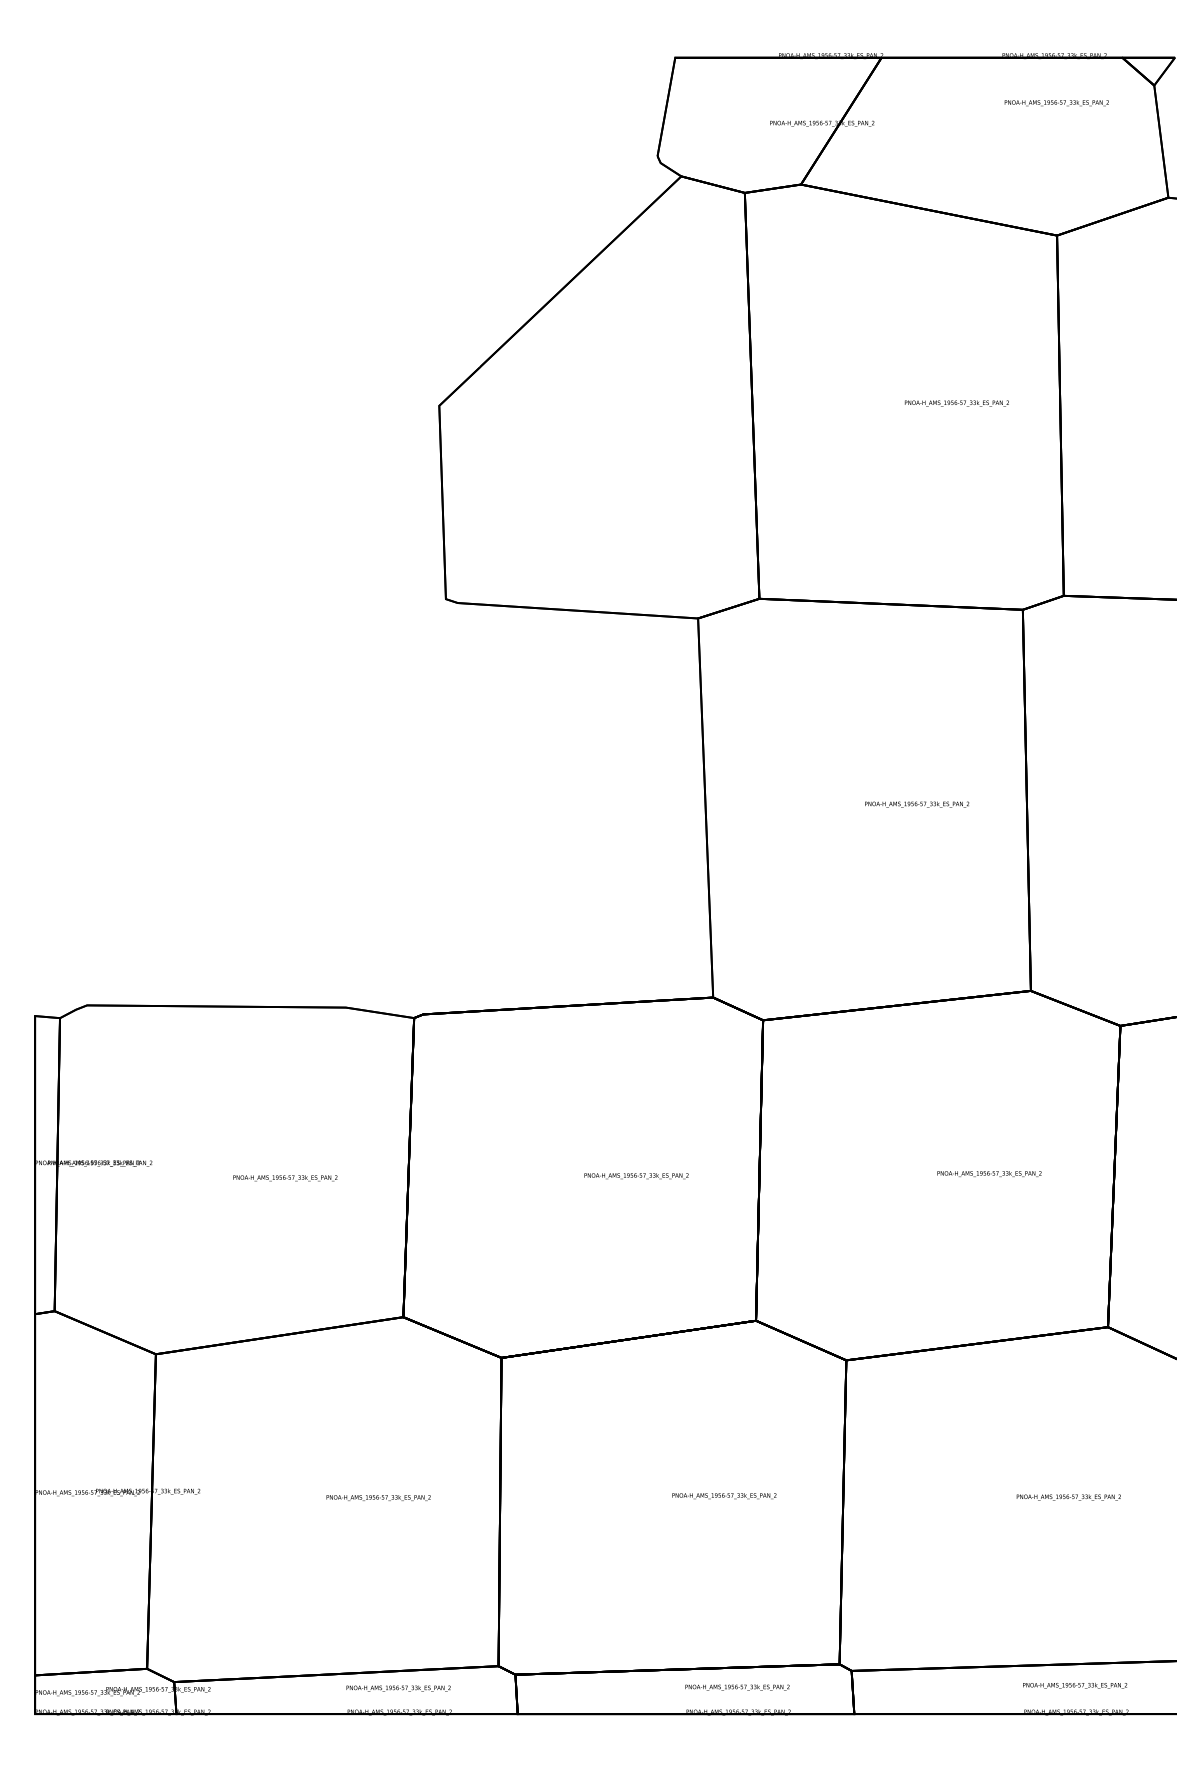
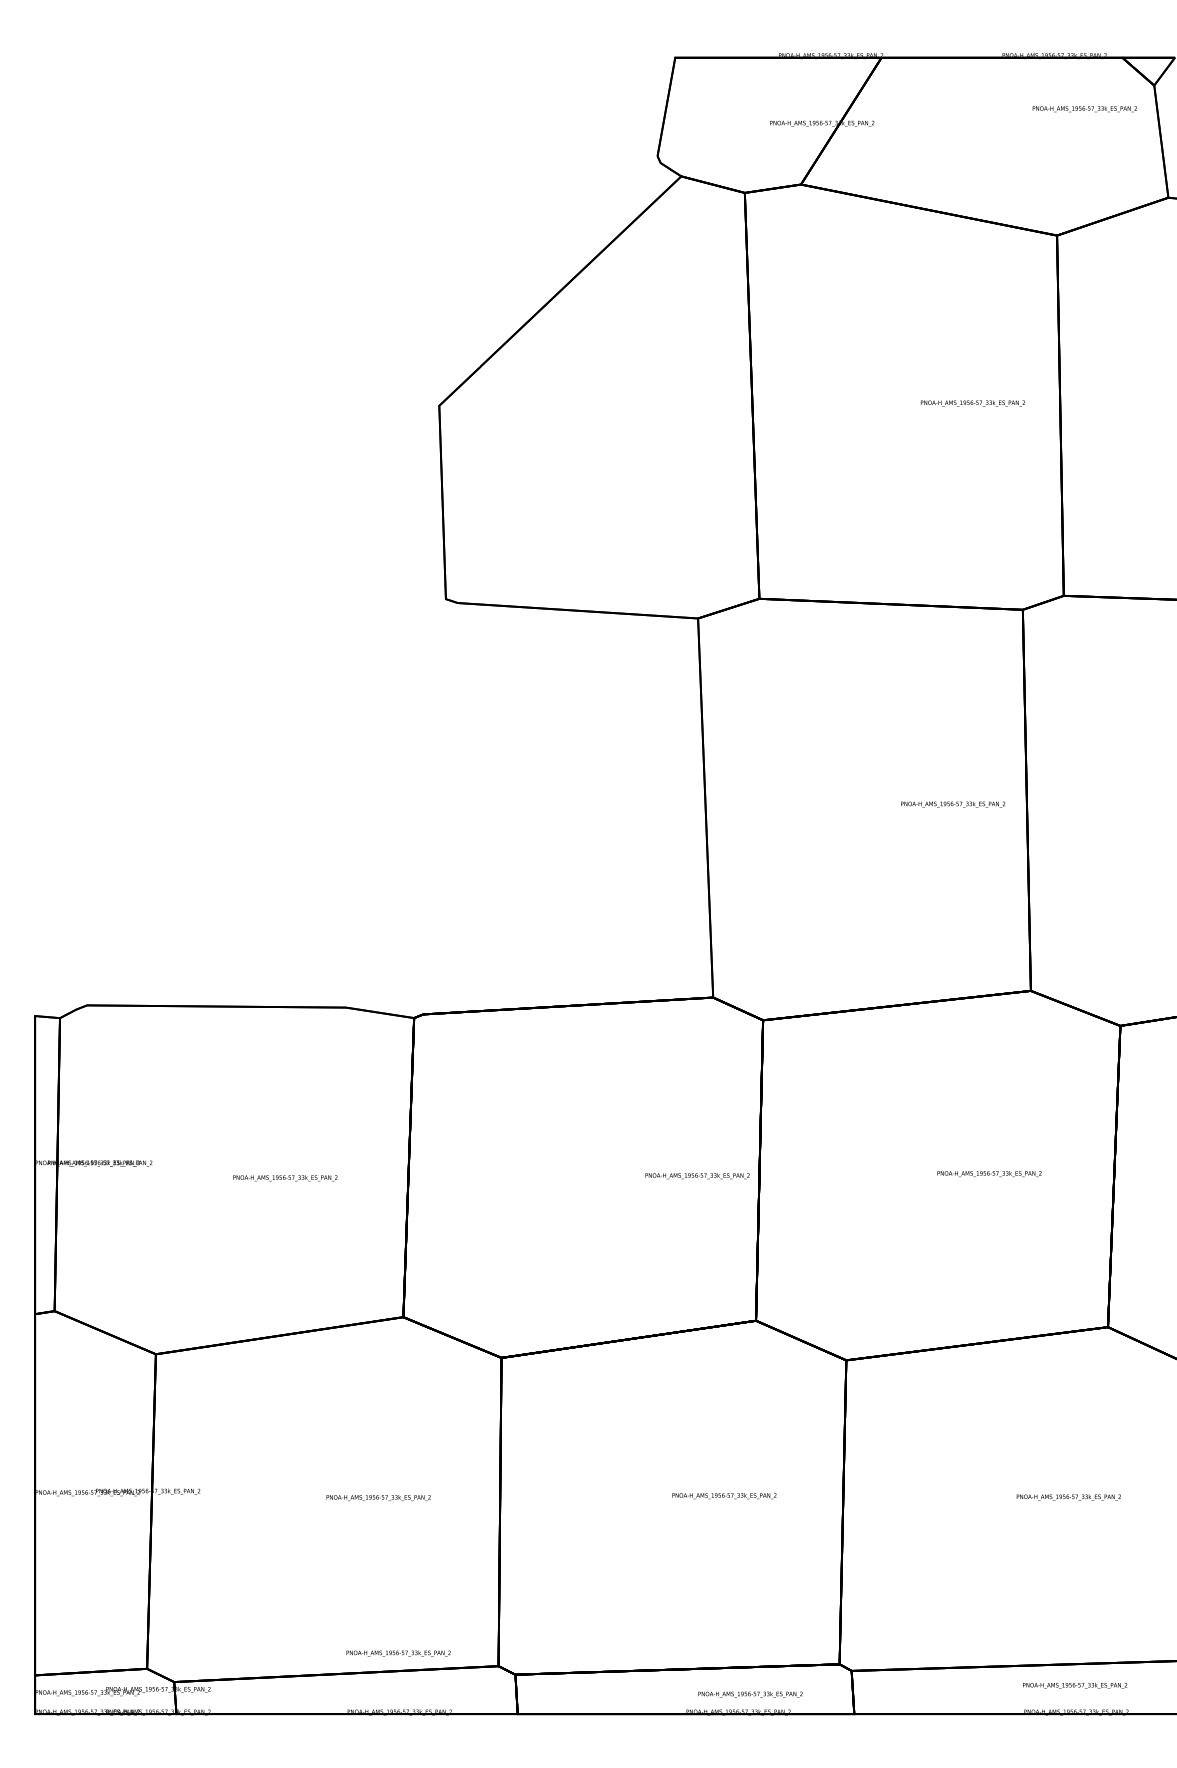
text at (1056, 103) position: (1056, 103) -> (1084, 109)
text at (956, 403) position: (956, 403) -> (972, 403)
text at (917, 804) position: (917, 804) -> (953, 804)
text at (636, 1176) position: (636, 1176) -> (697, 1176)
text at (737, 1687) position: (737, 1687) -> (750, 1694)
text at (398, 1688) position: (398, 1688) -> (398, 1653)
